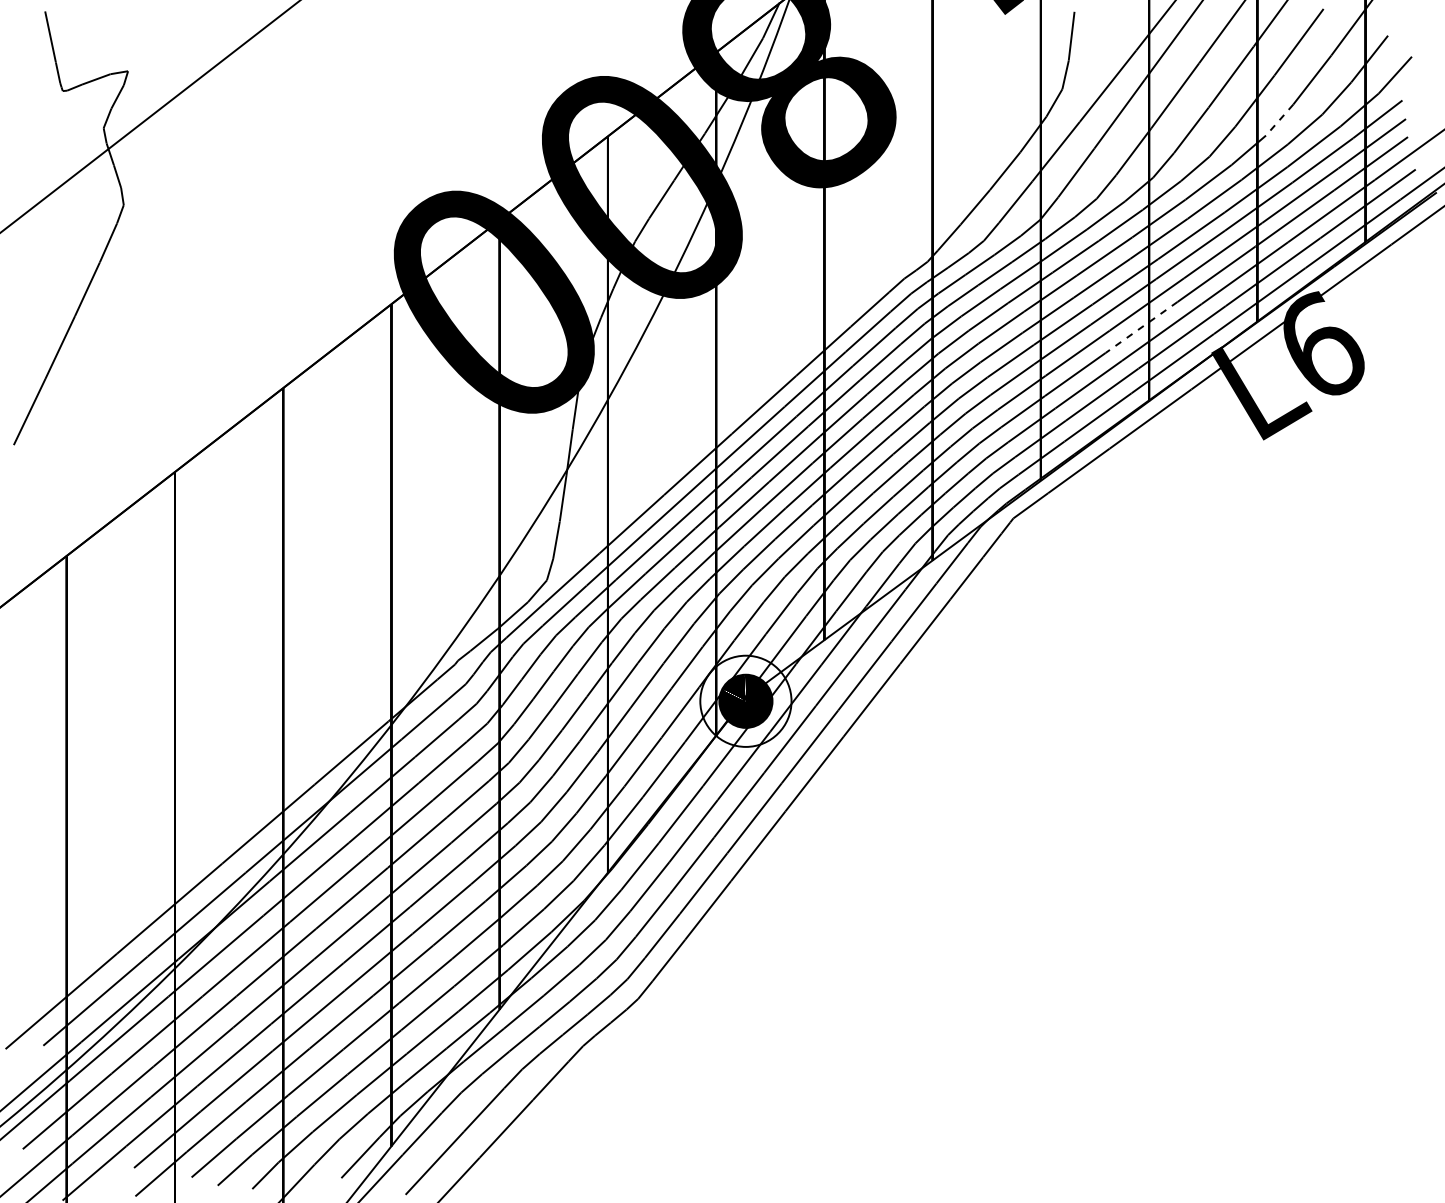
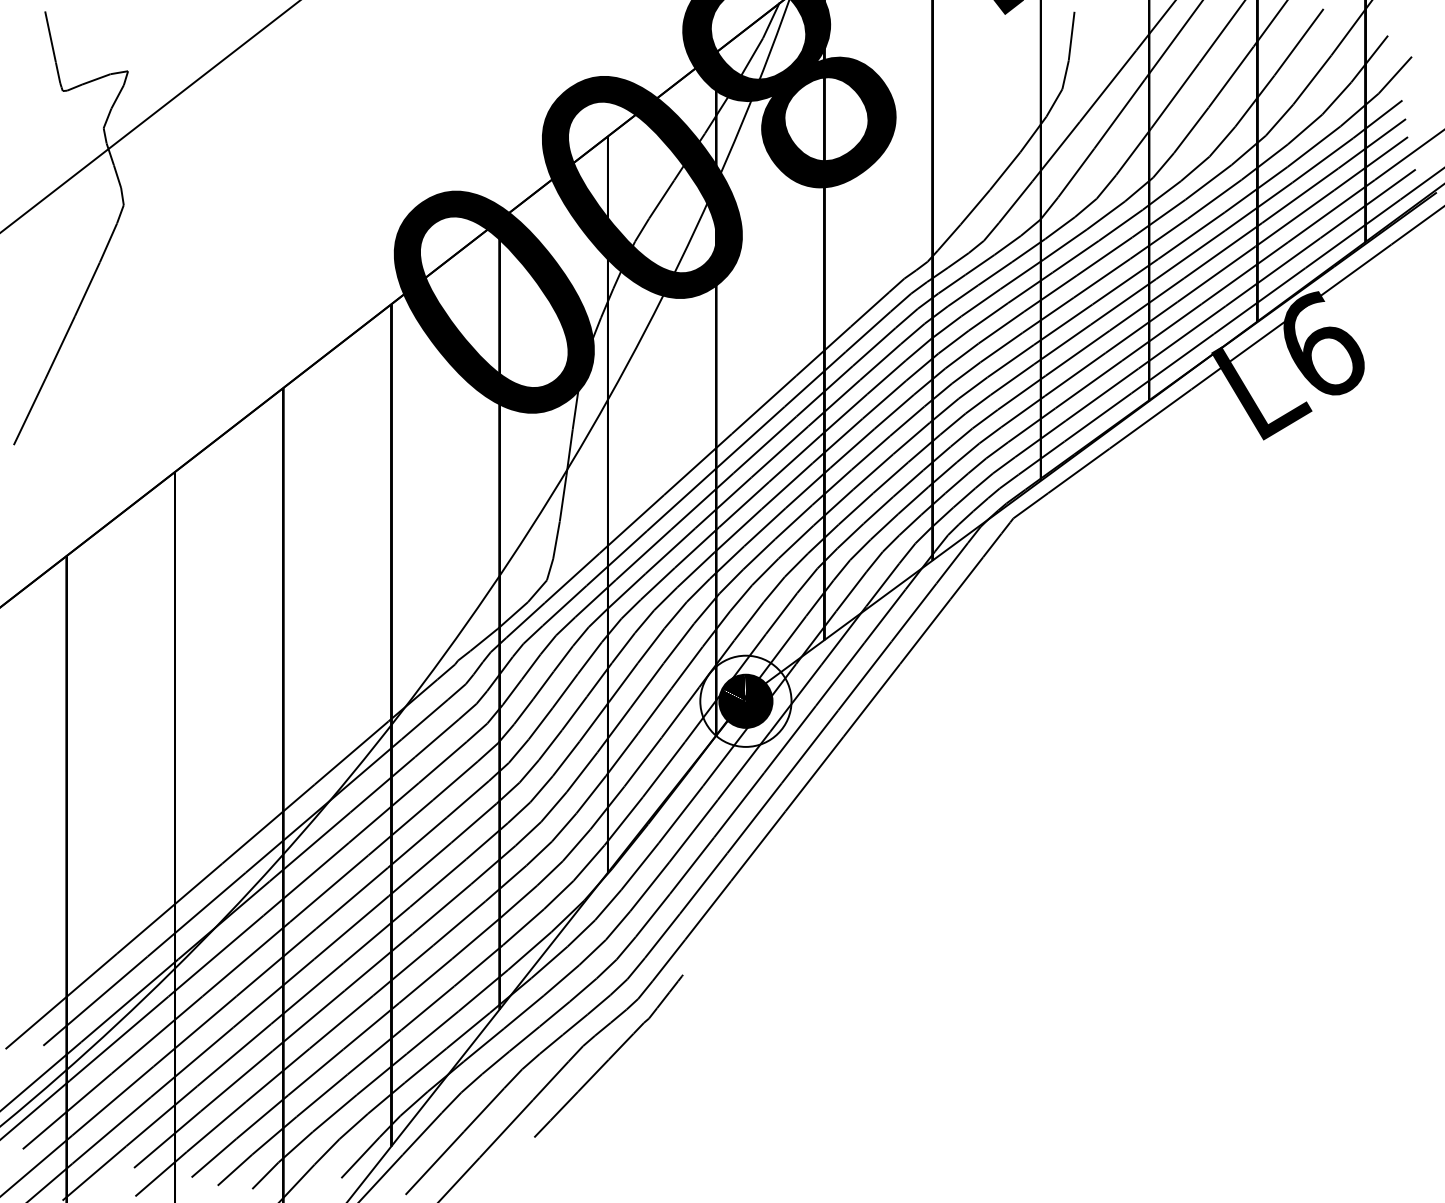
line at (1279, 120): dashed -> solid
line at (1141, 327): dashed -> solid
part at (608, 1055): none -> present
